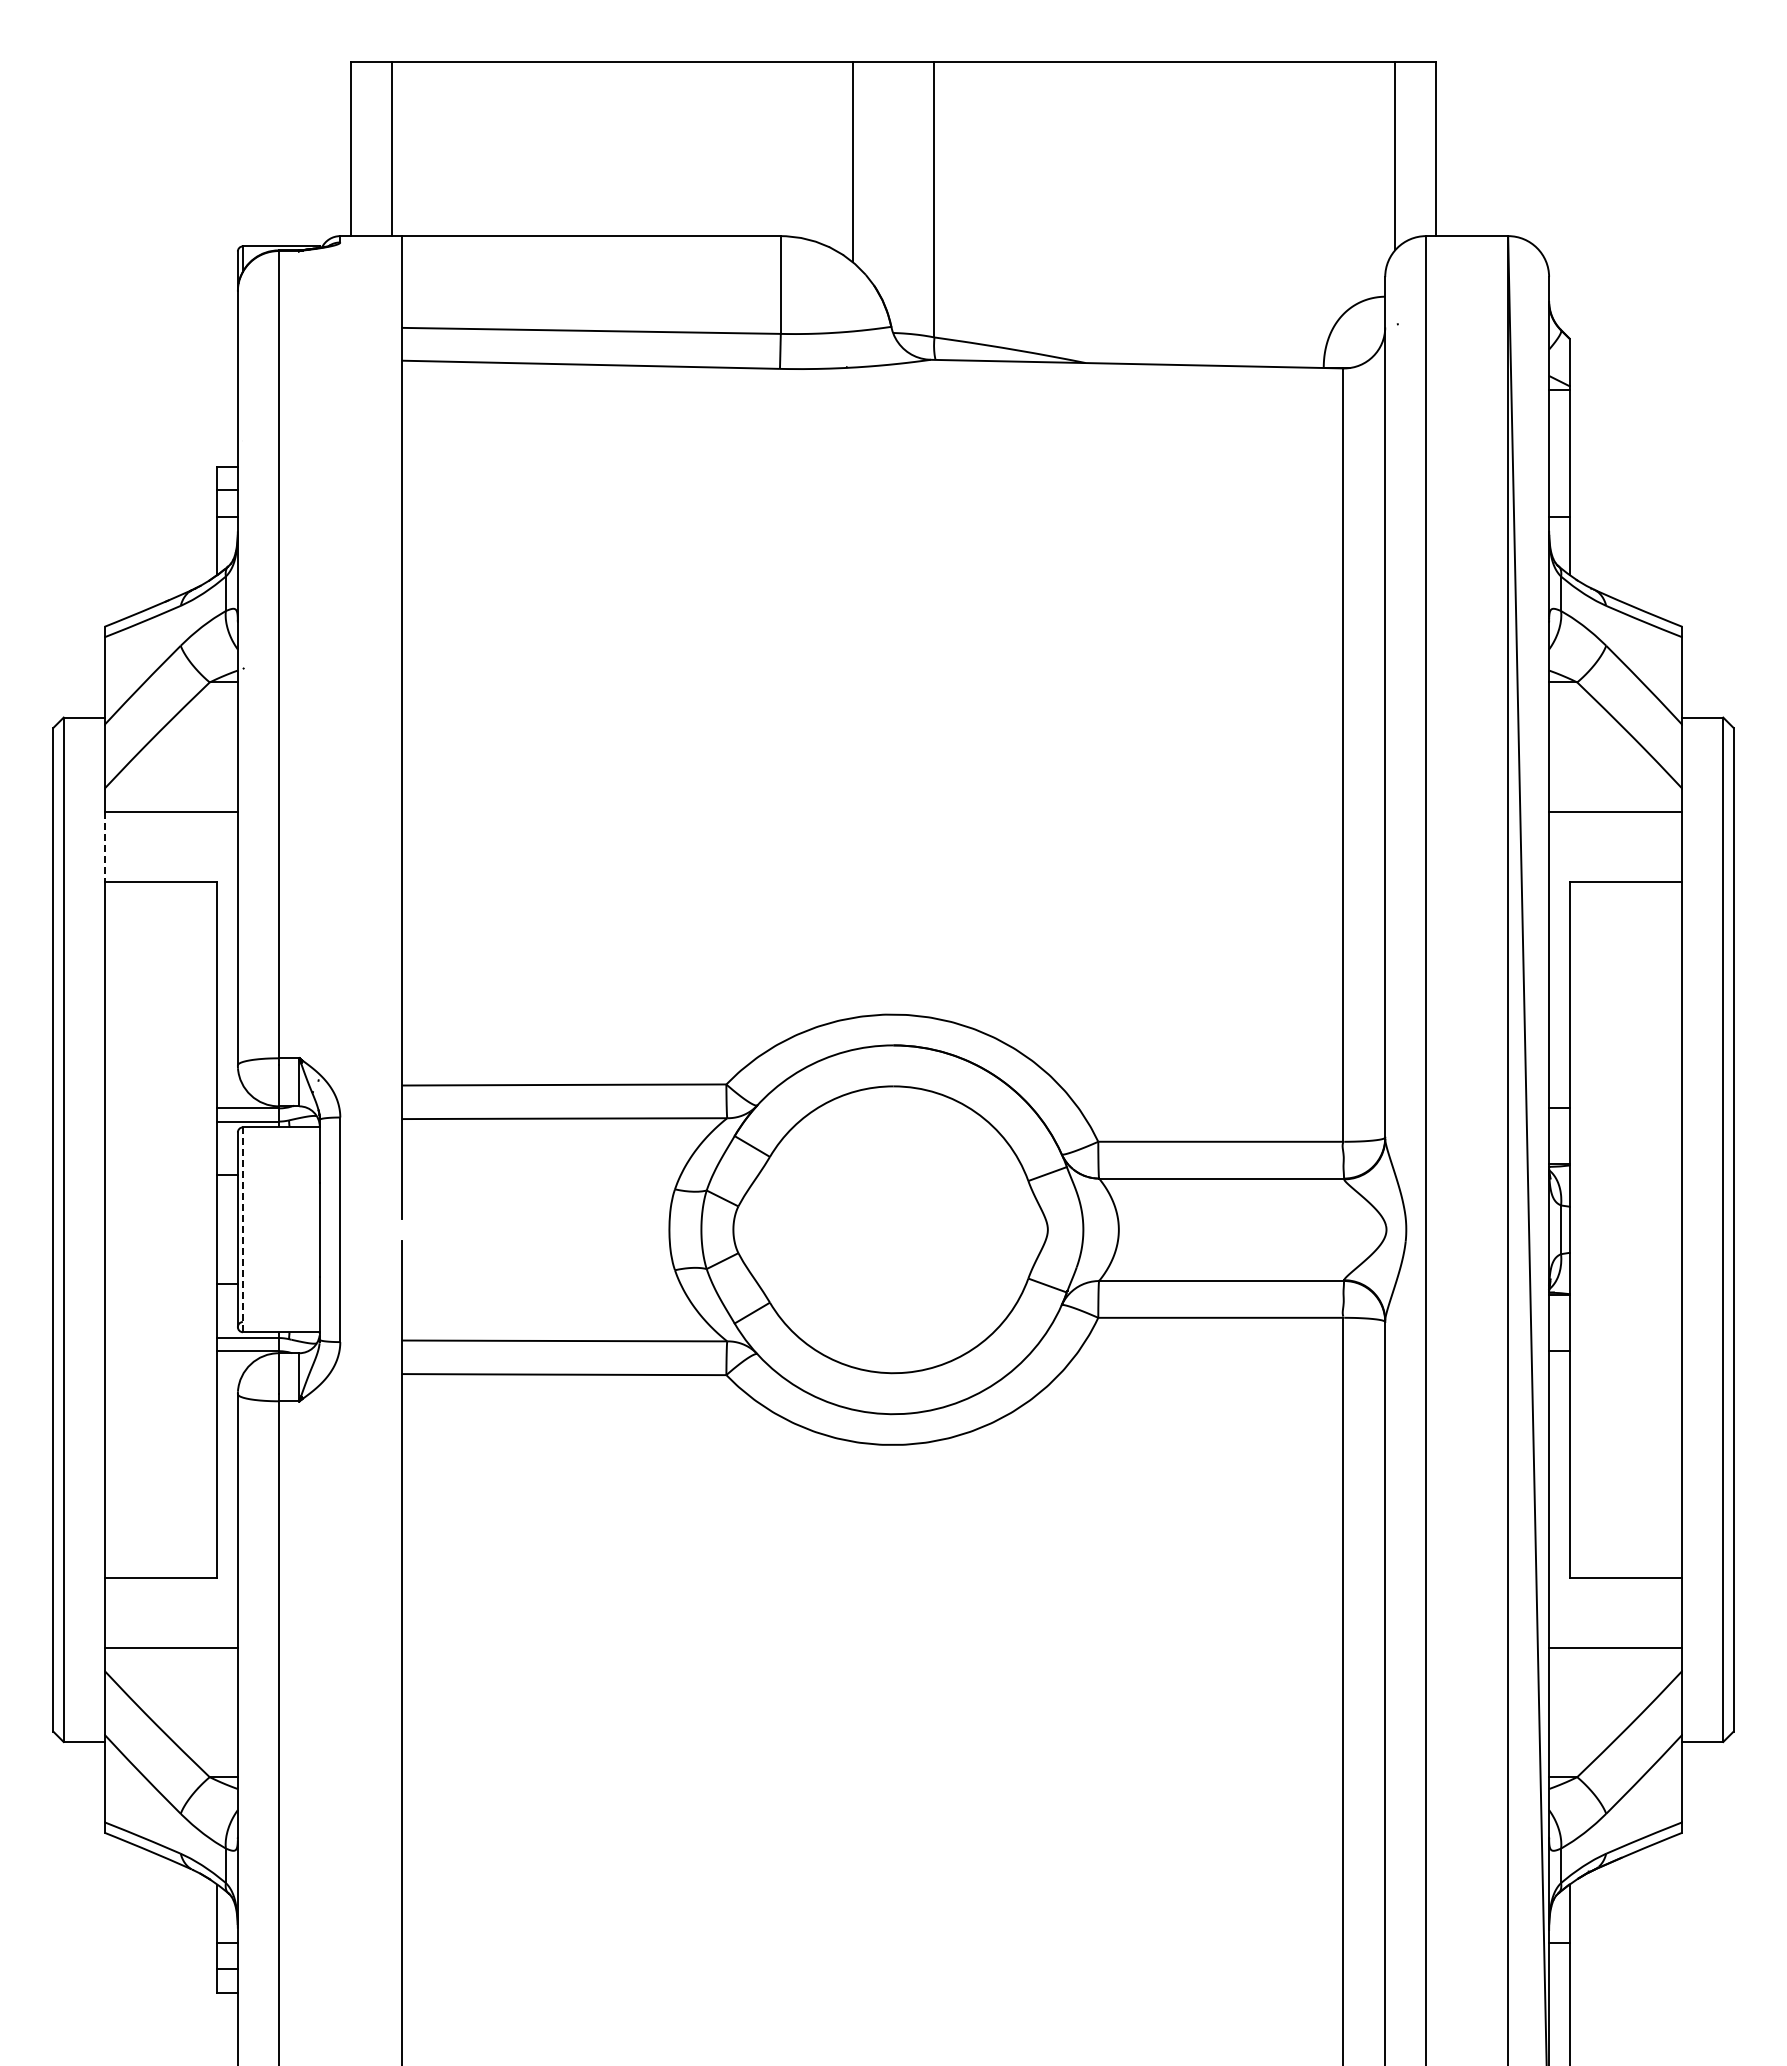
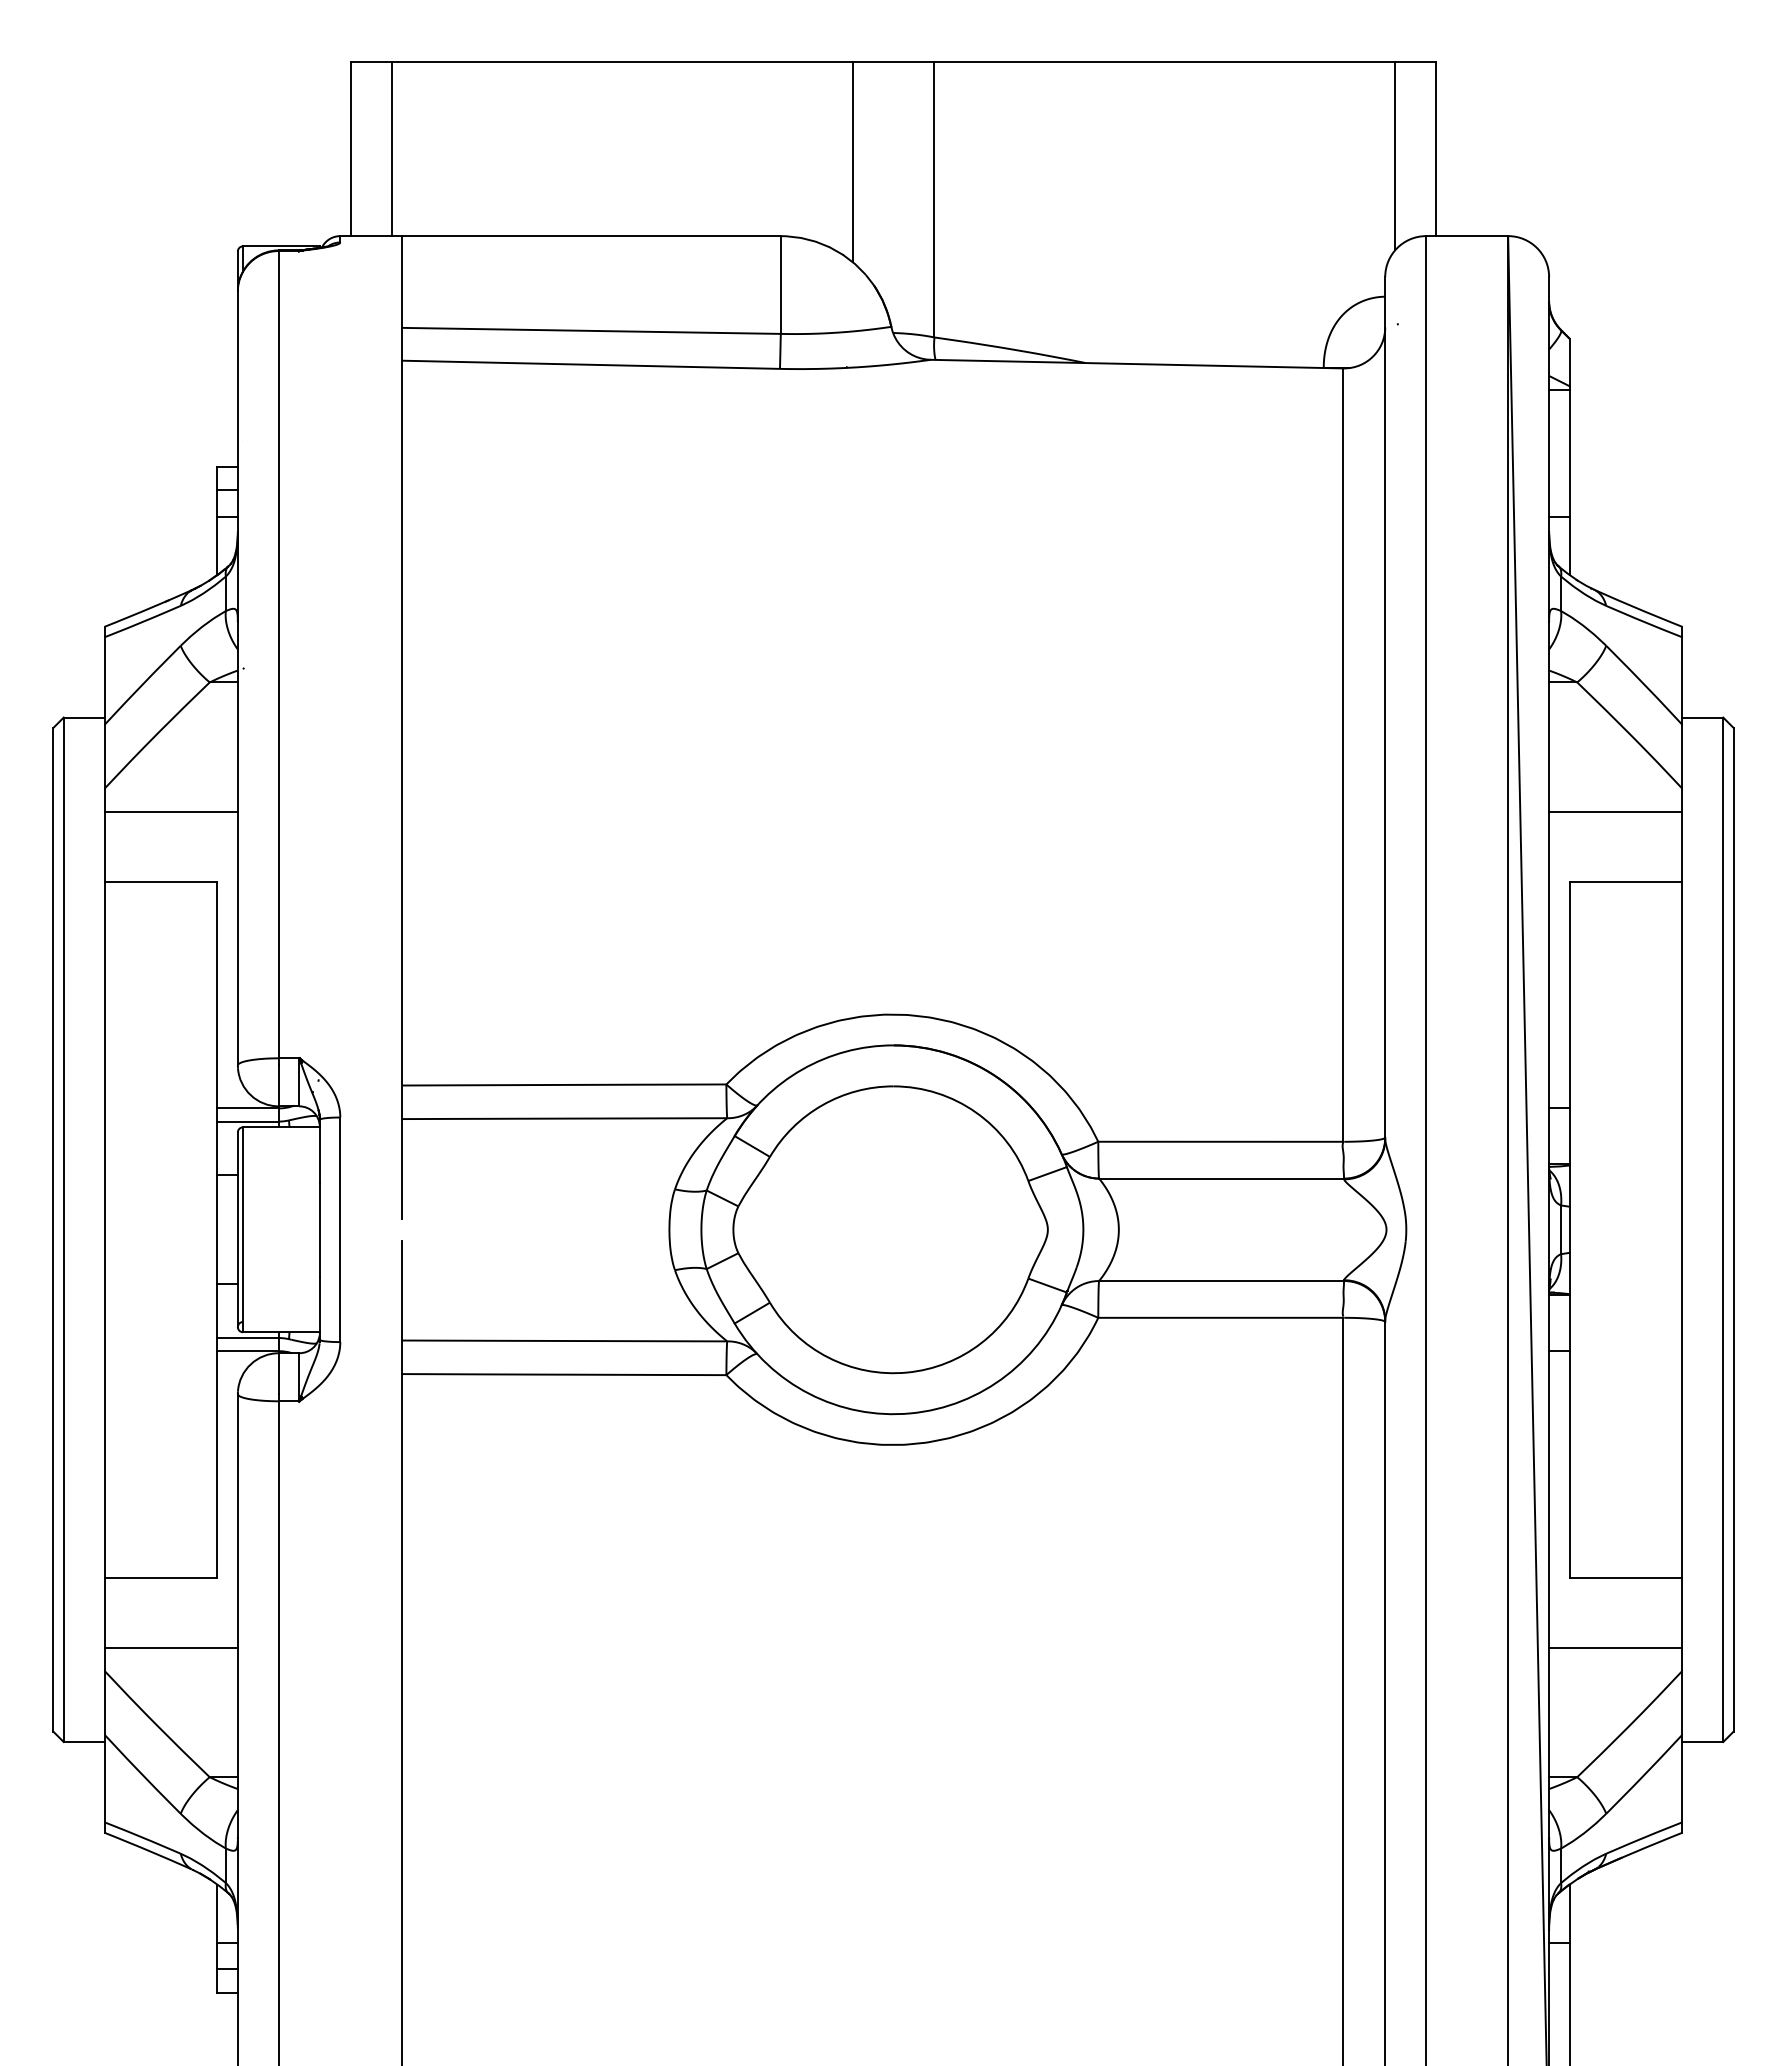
line at (104, 847): dashed -> solid
line at (242, 1230): dashed -> solid
